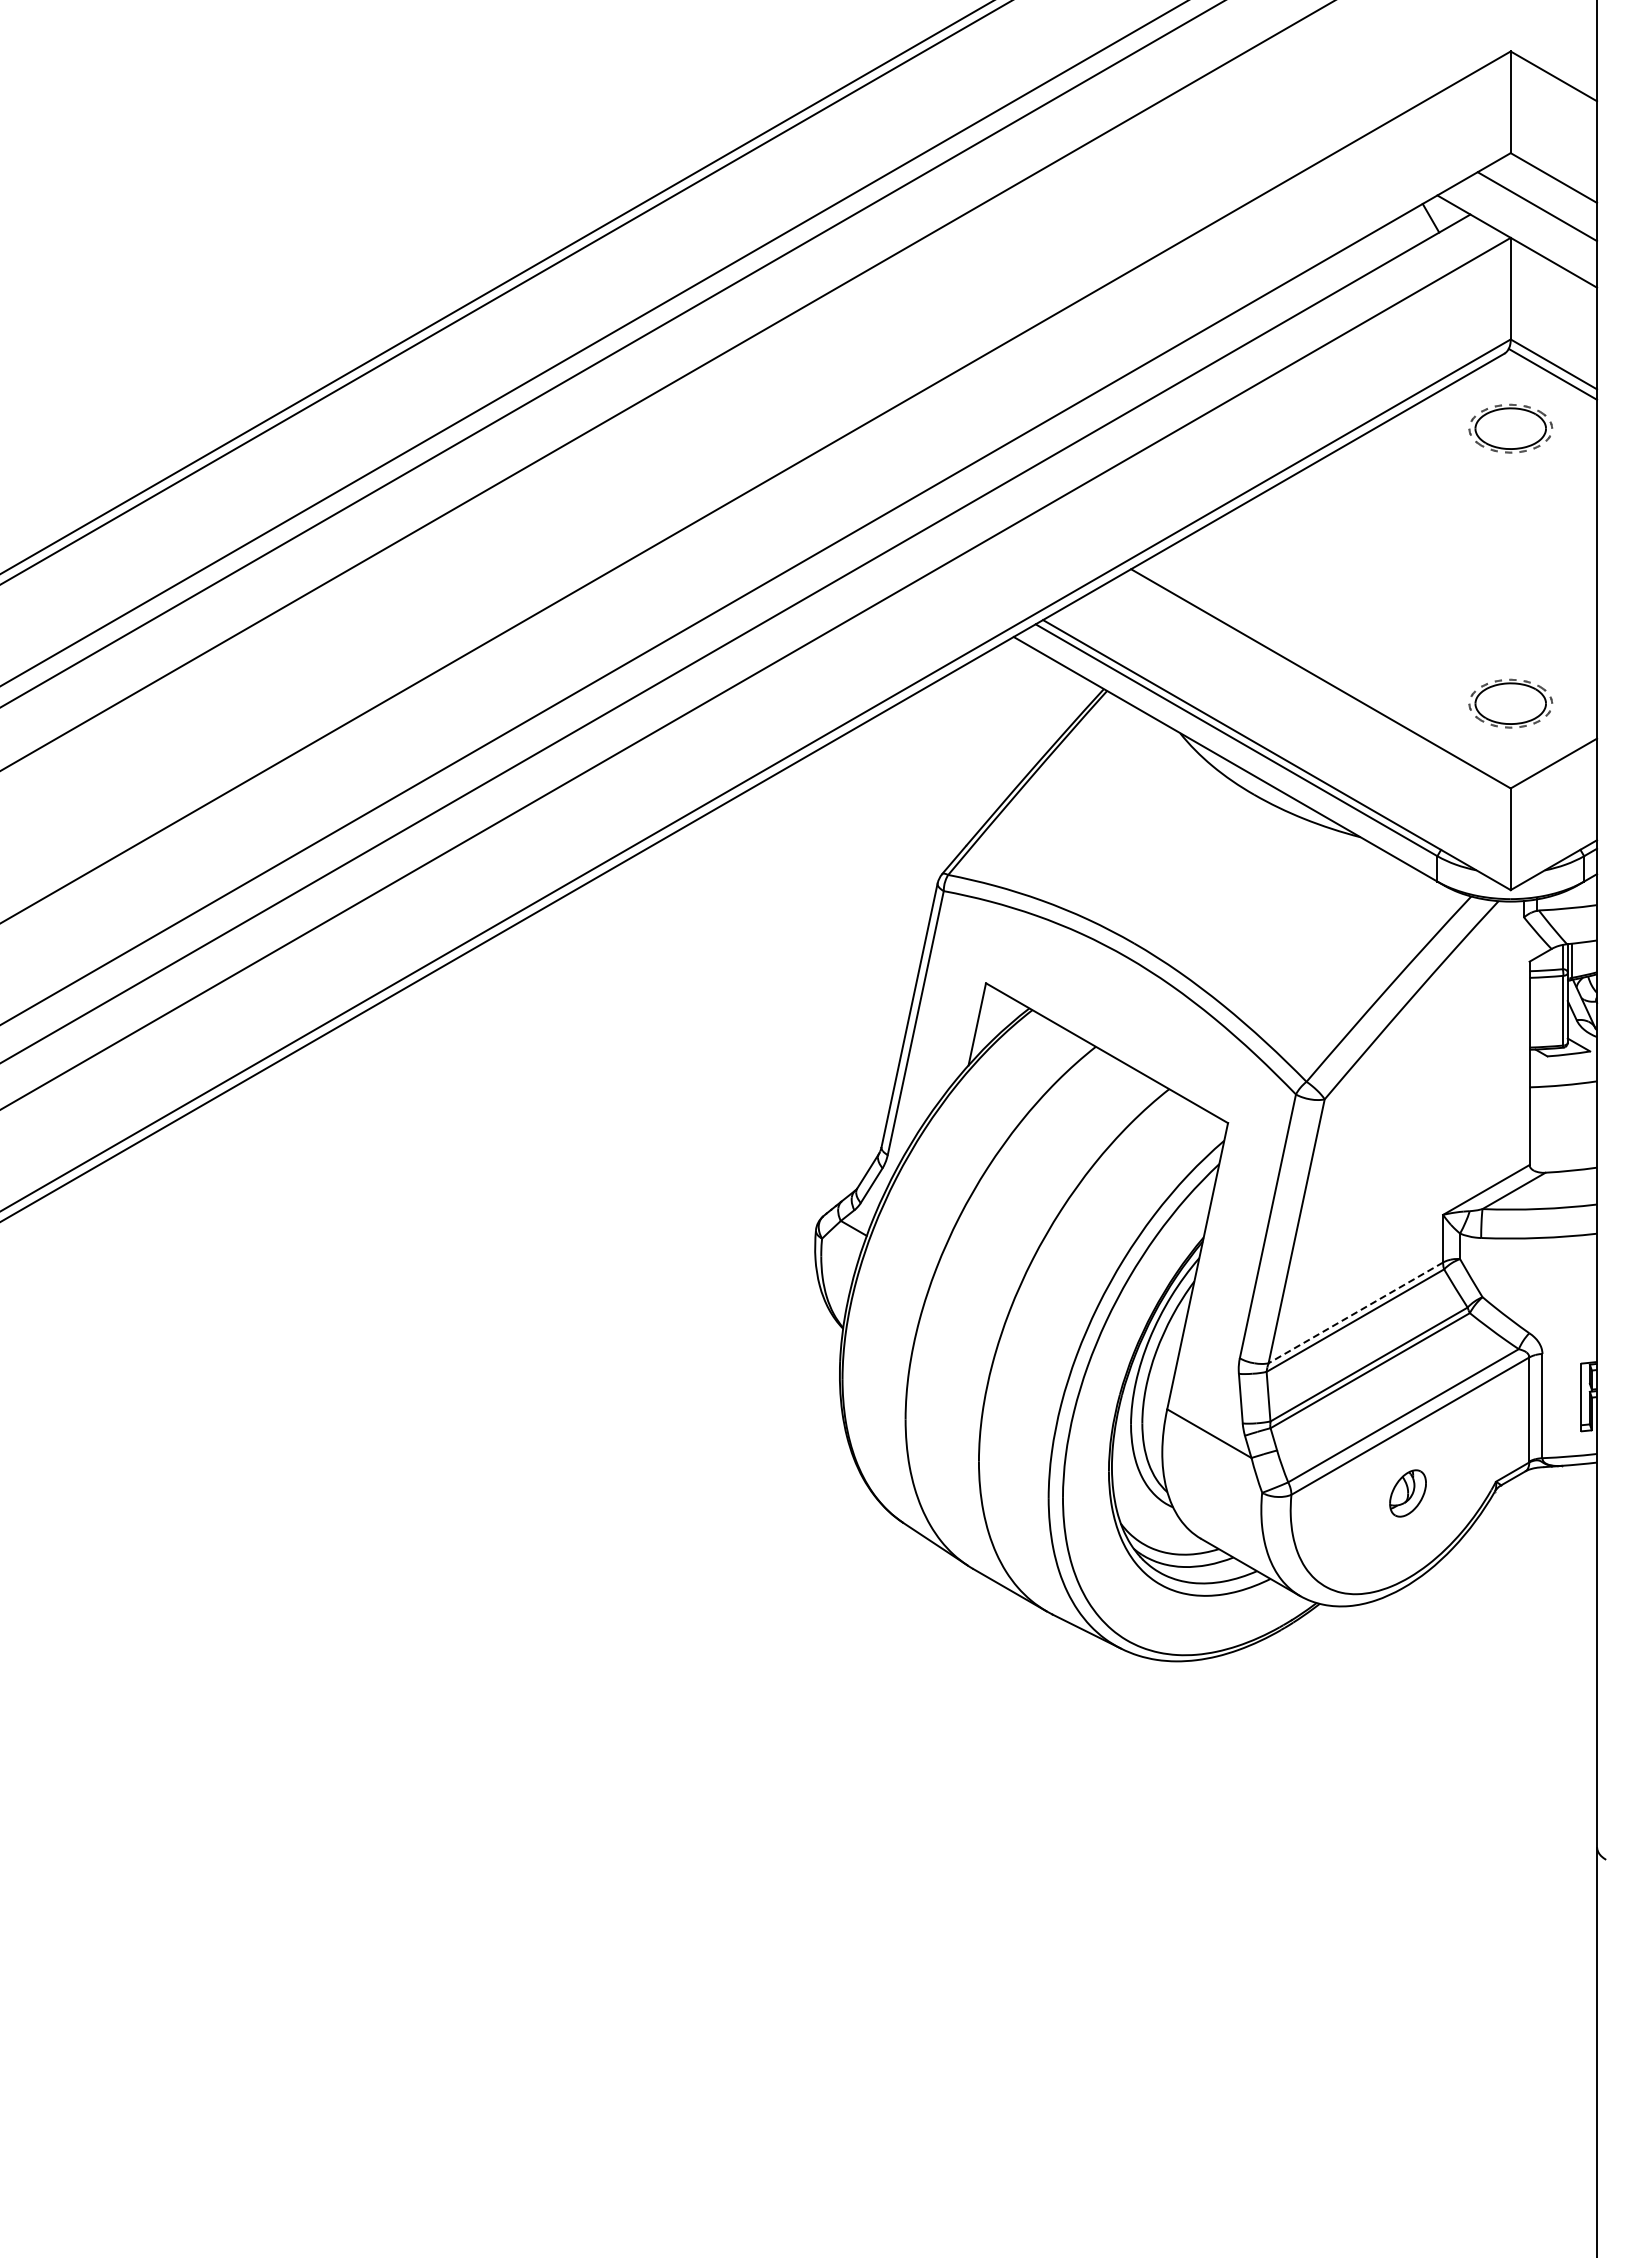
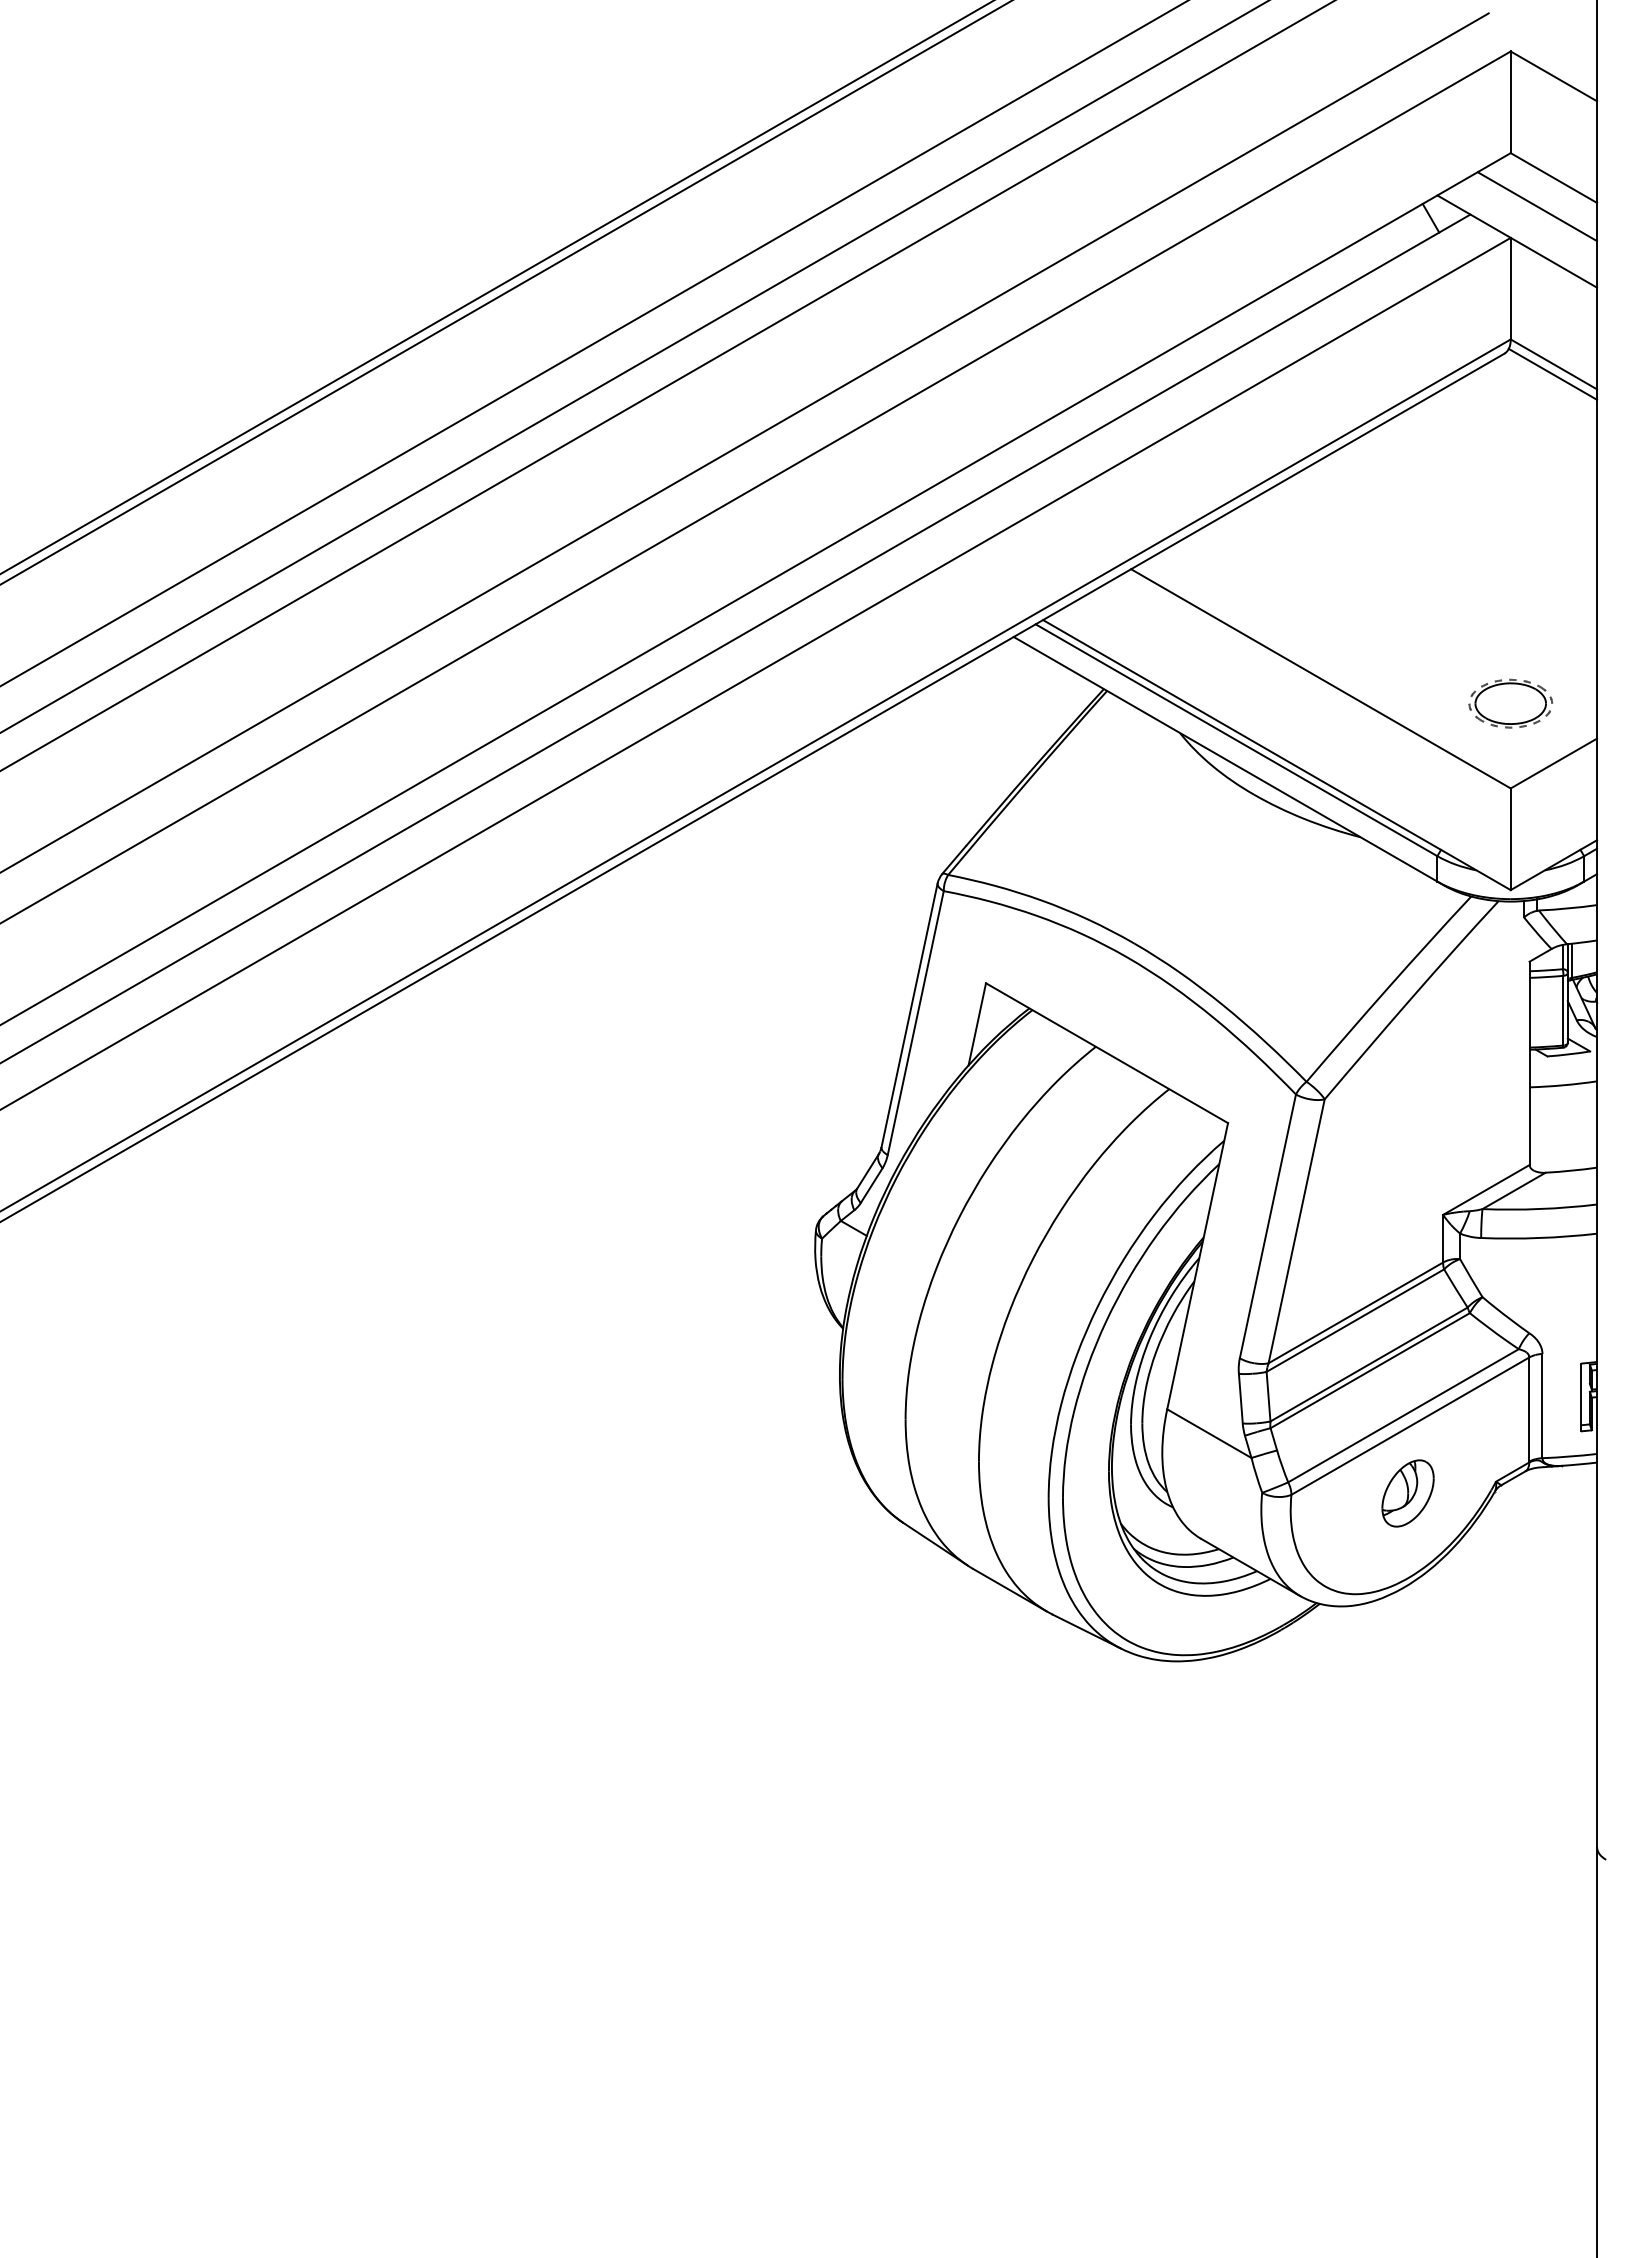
line at (612, 354) position: (612, 354) -> (633, 366)
part at (1510, 428): present -> none
line at (745, 442): none -> present
line at (1355, 1312): dashed -> solid
part at (1407, 1493) size: 38x49 px -> 54x69 px
